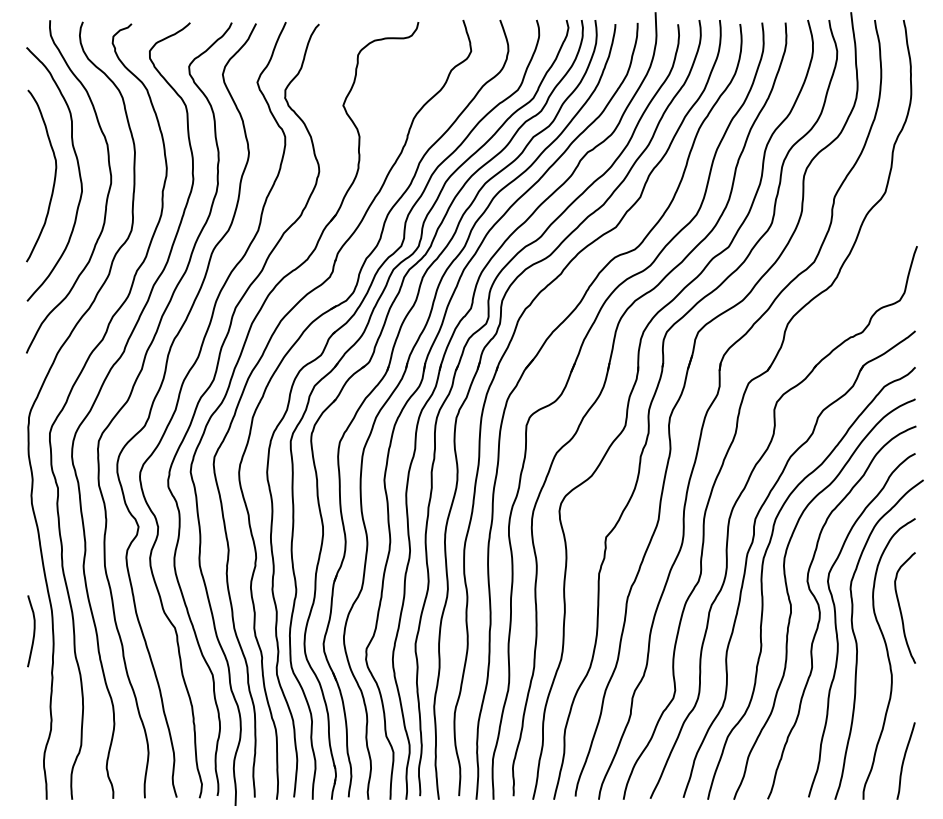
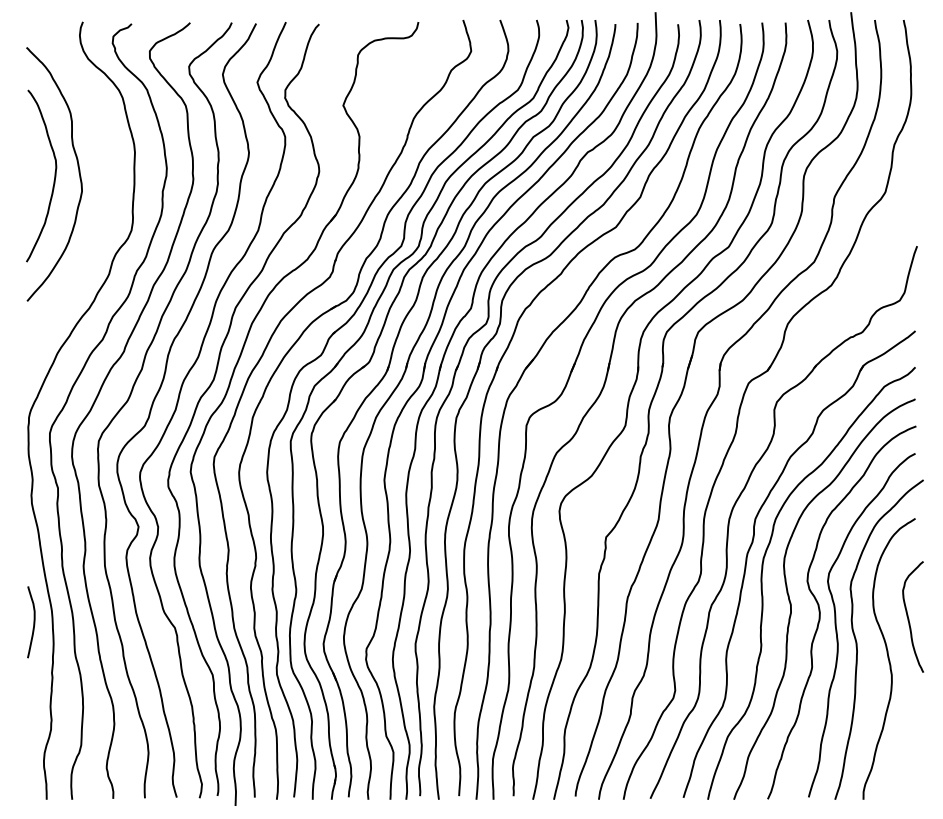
curve at (106, 196): present -> none
curve at (901, 609) position: (901, 609) -> (909, 618)
curve at (33, 631) position: (33, 631) -> (33, 622)
curve at (904, 760): present -> none
